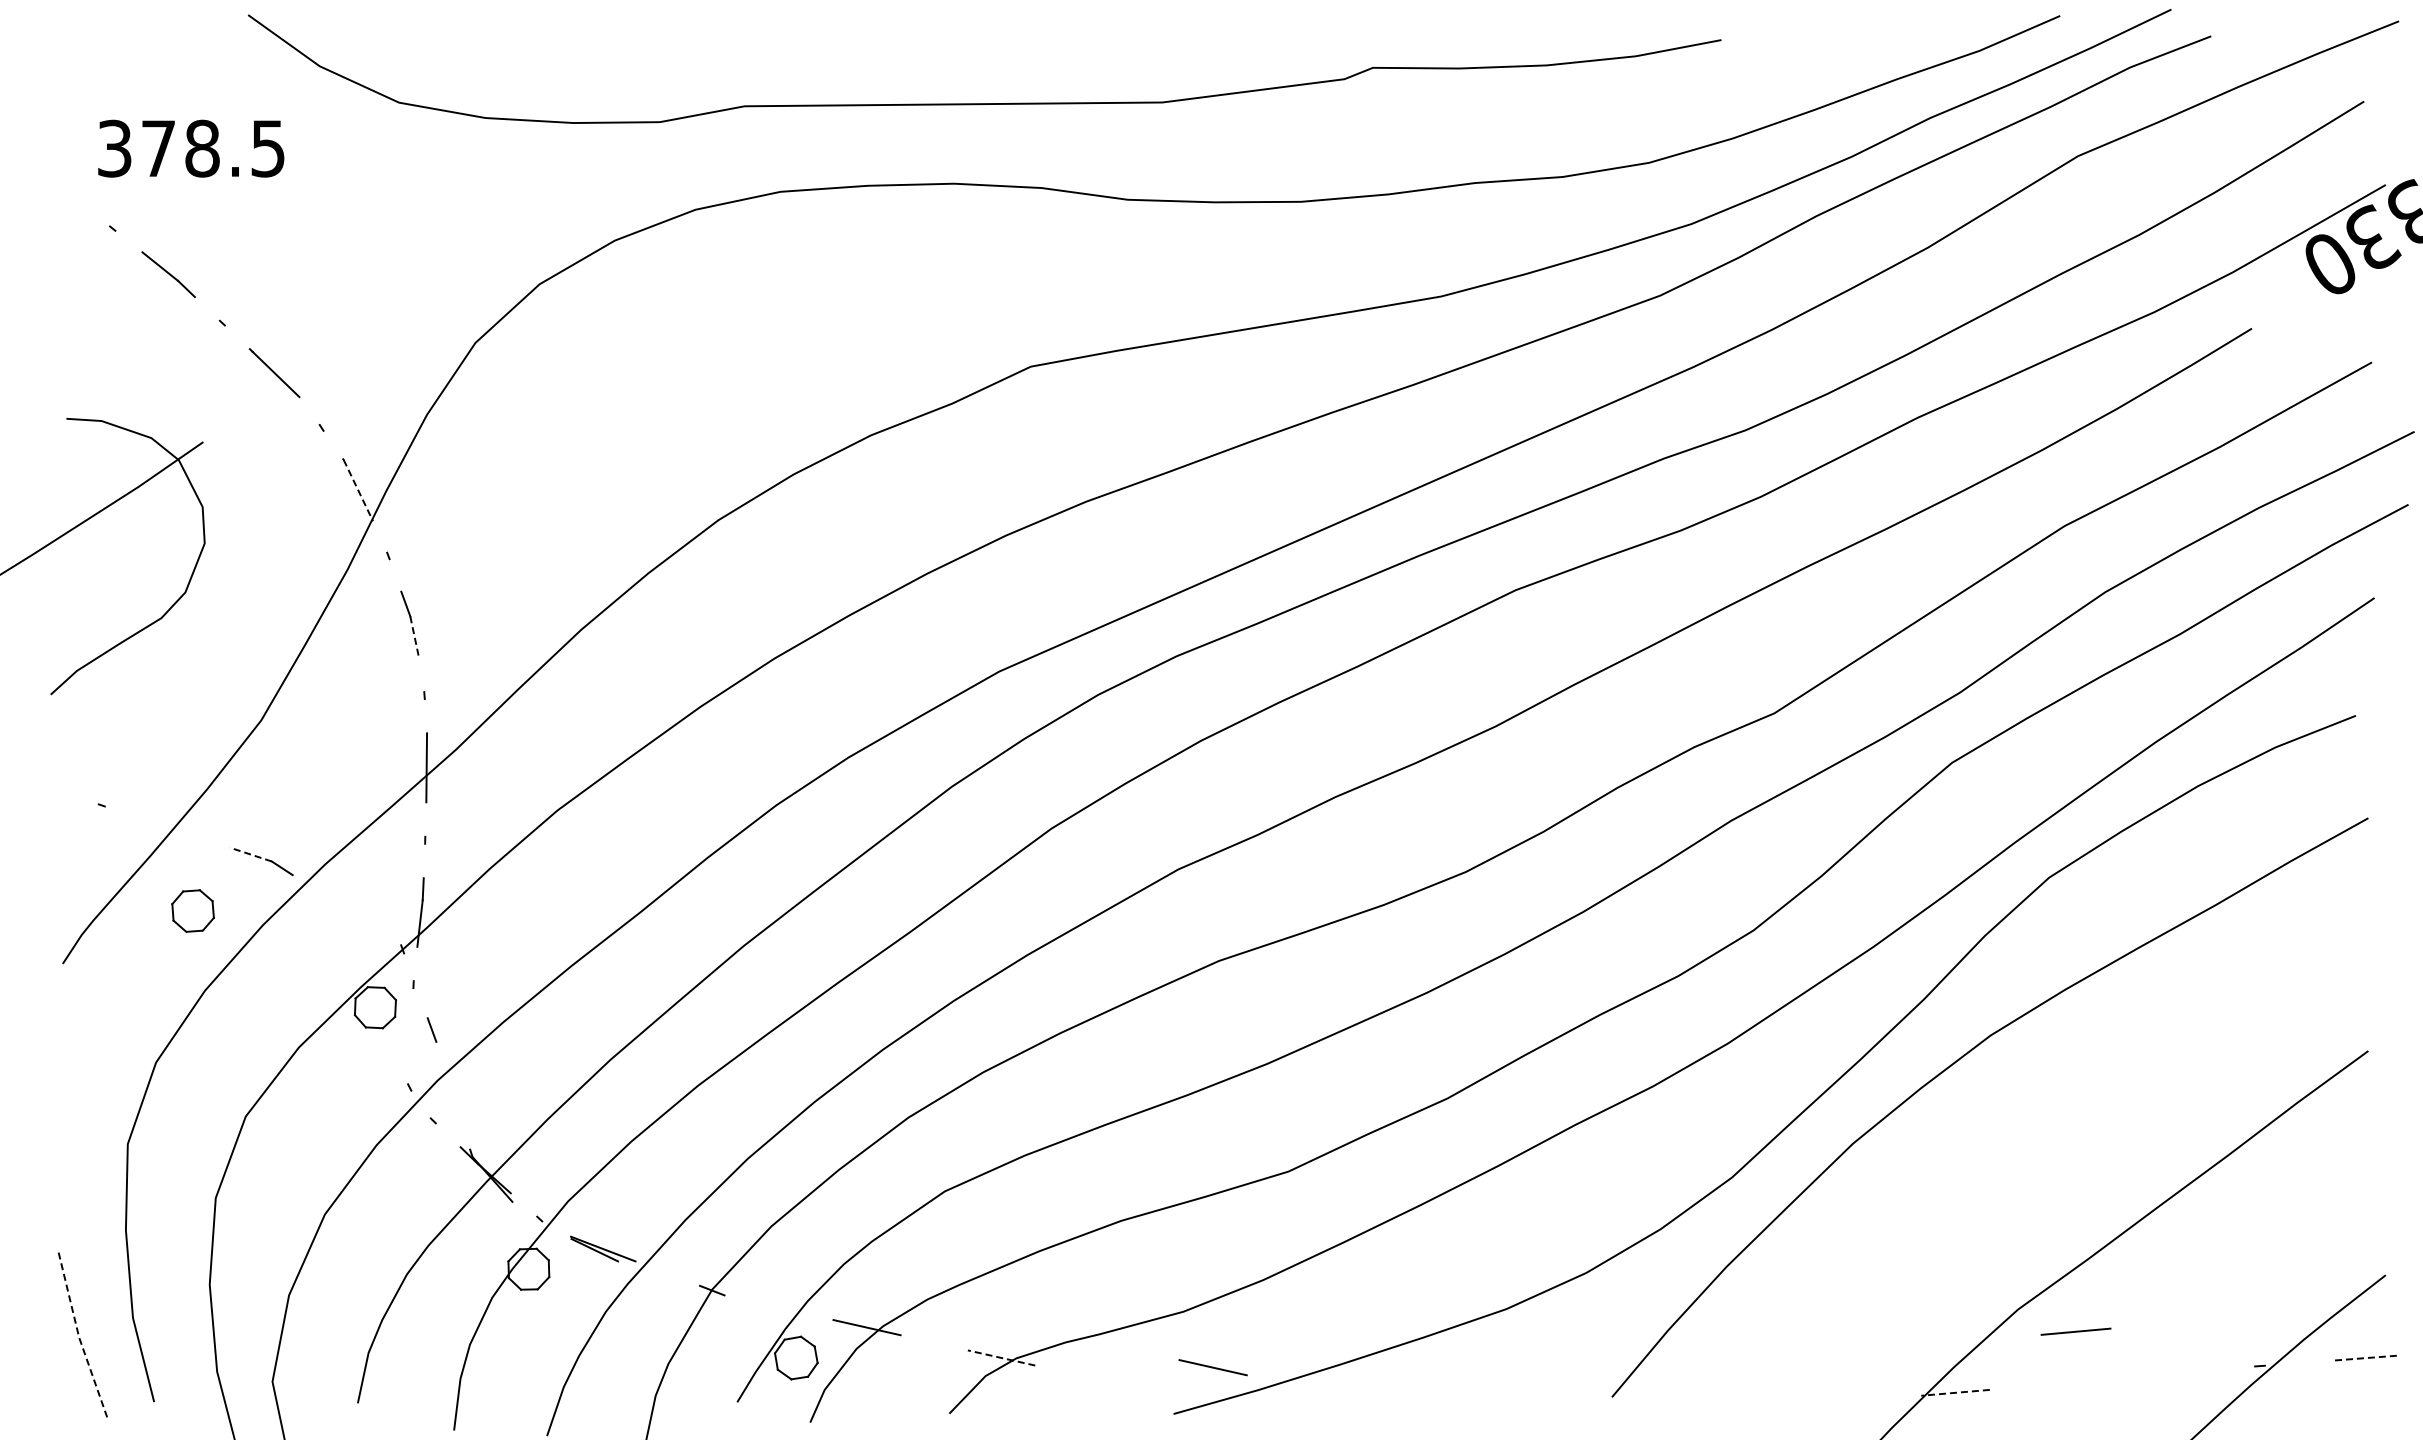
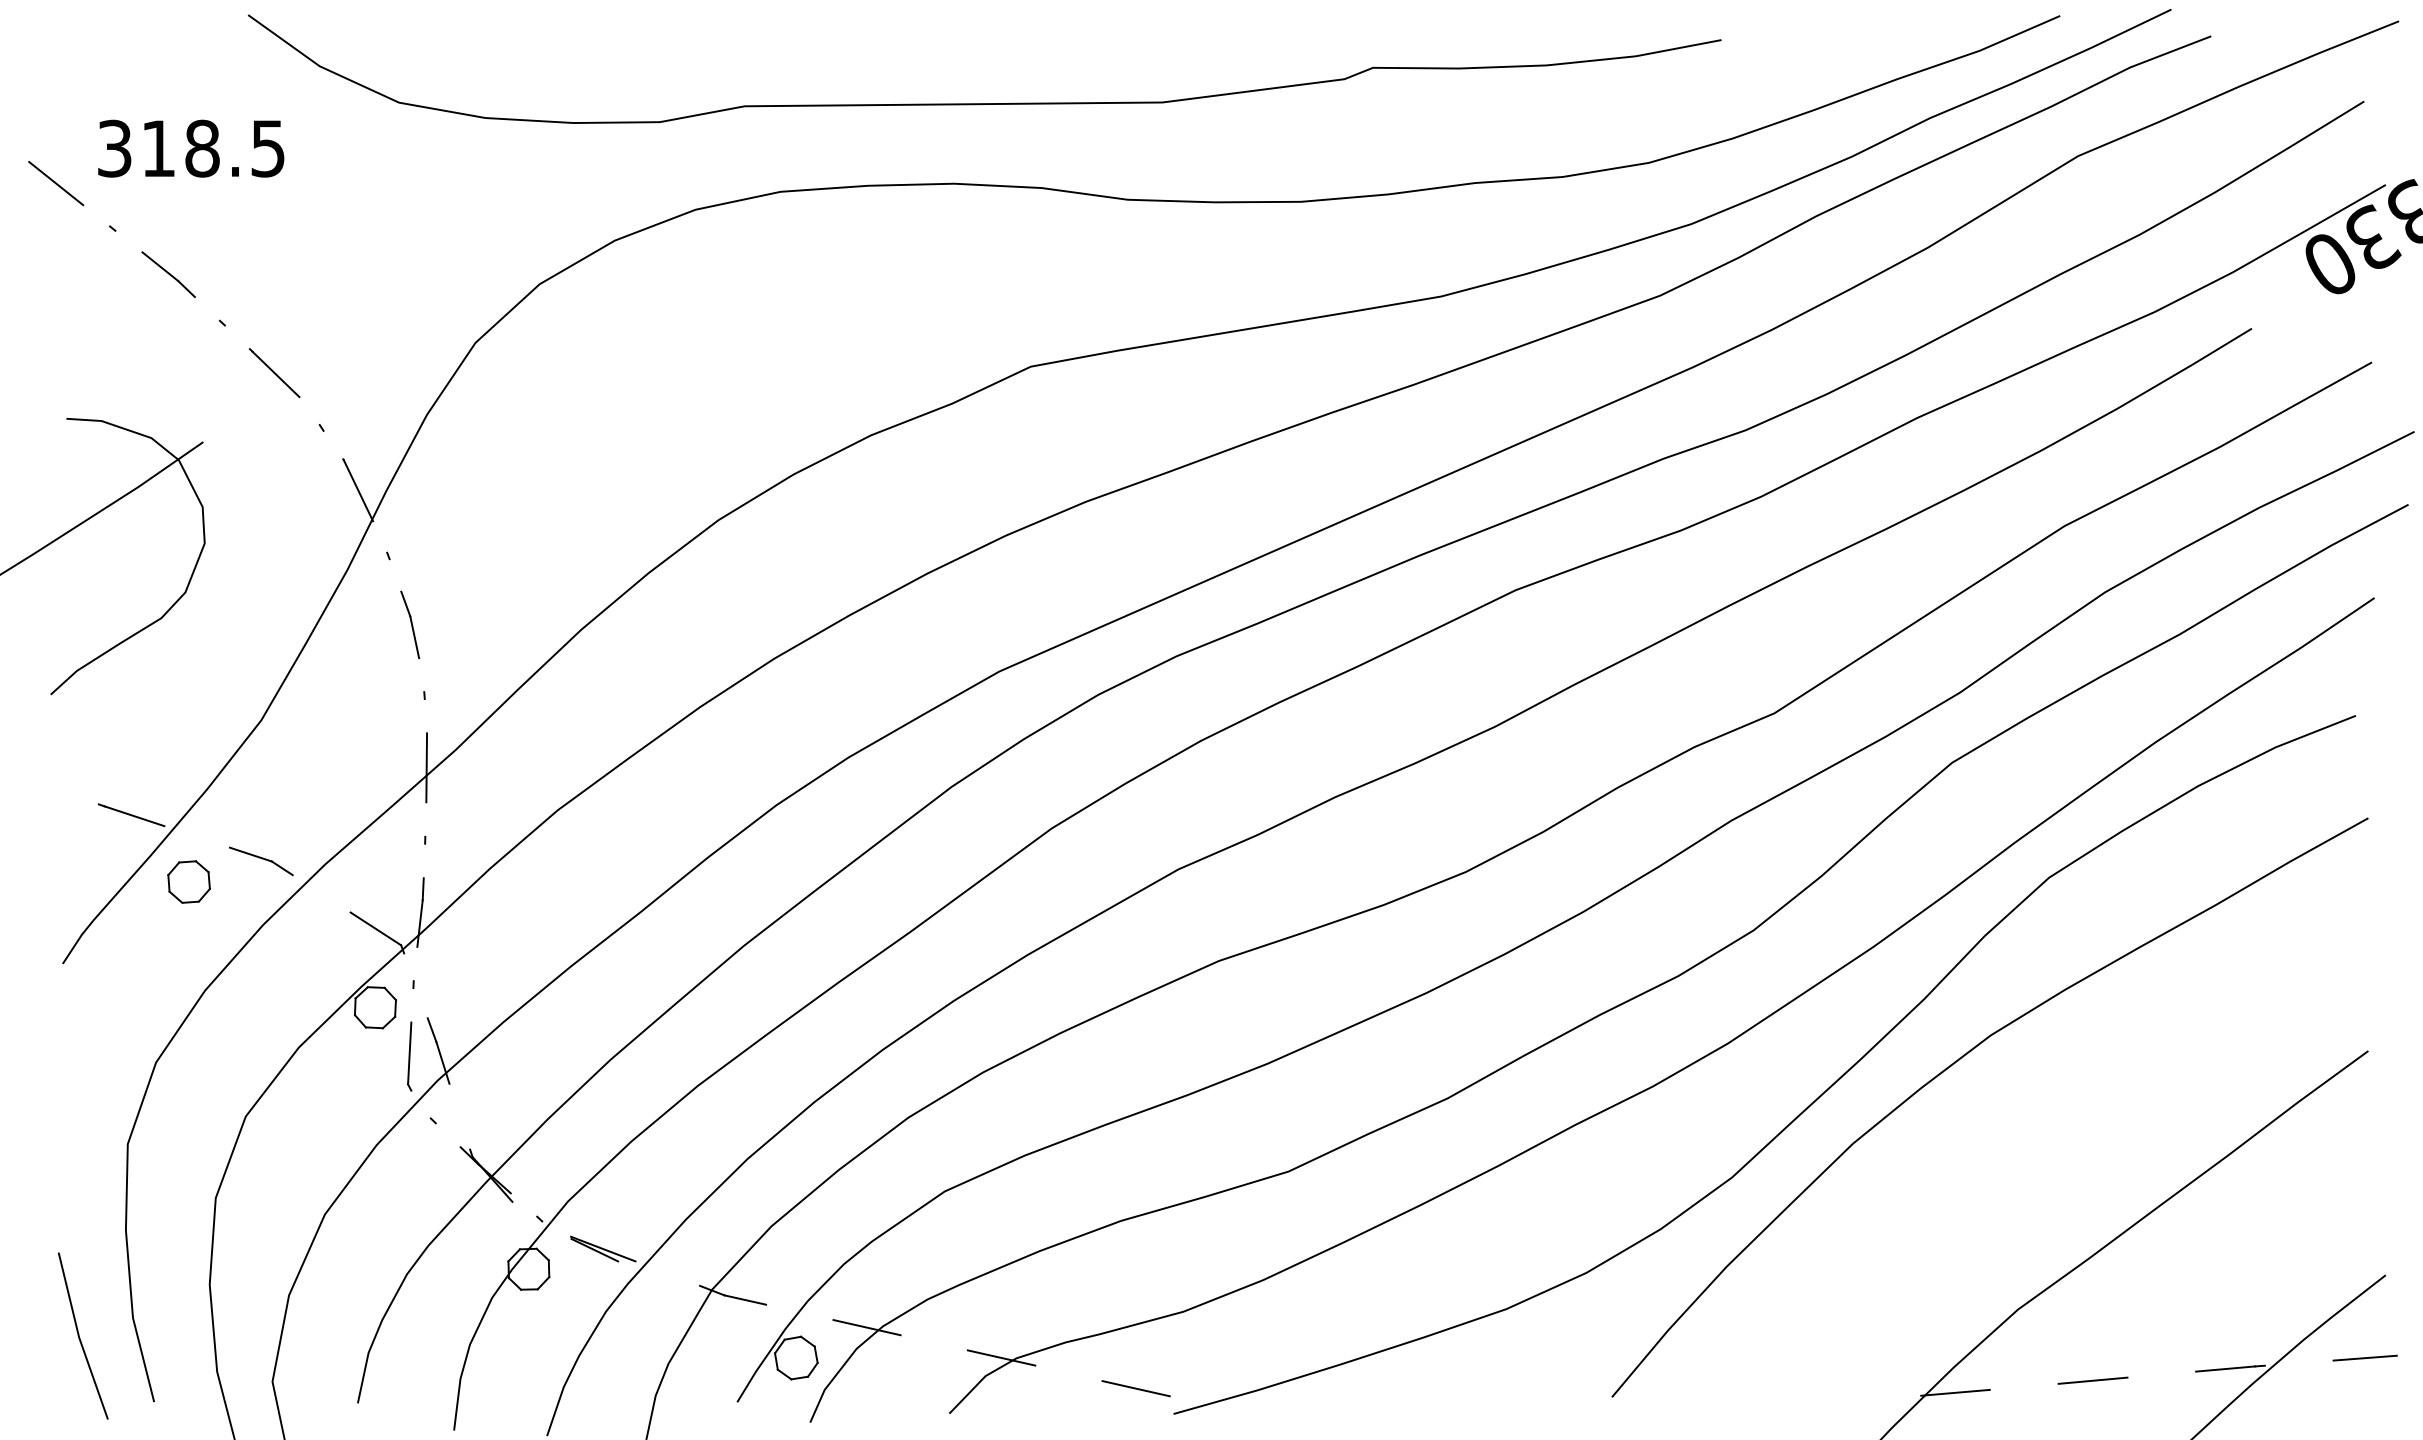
text at (158, 148): 378.5 -> 318.5
line at (56, 183): none -> present
line at (358, 490): dashed -> solid
line at (414, 637): dashed -> solid
line at (134, 816): none -> present
line at (250, 854): dashed -> solid
part at (192, 910) position: (192, 910) -> (188, 881)
line at (375, 928): none -> present
line at (409, 1053): none -> present
line at (442, 1062): none -> present
line at (745, 1299): none -> present
line at (2075, 1331) position: (2075, 1331) -> (2092, 1380)
line at (79, 1337): dashed -> solid
line at (1001, 1357): dashed -> solid
line at (2365, 1358): dashed -> solid
line at (1212, 1367) position: (1212, 1367) -> (1135, 1388)
line at (2225, 1368): none -> present
line at (1955, 1392): dashed -> solid
